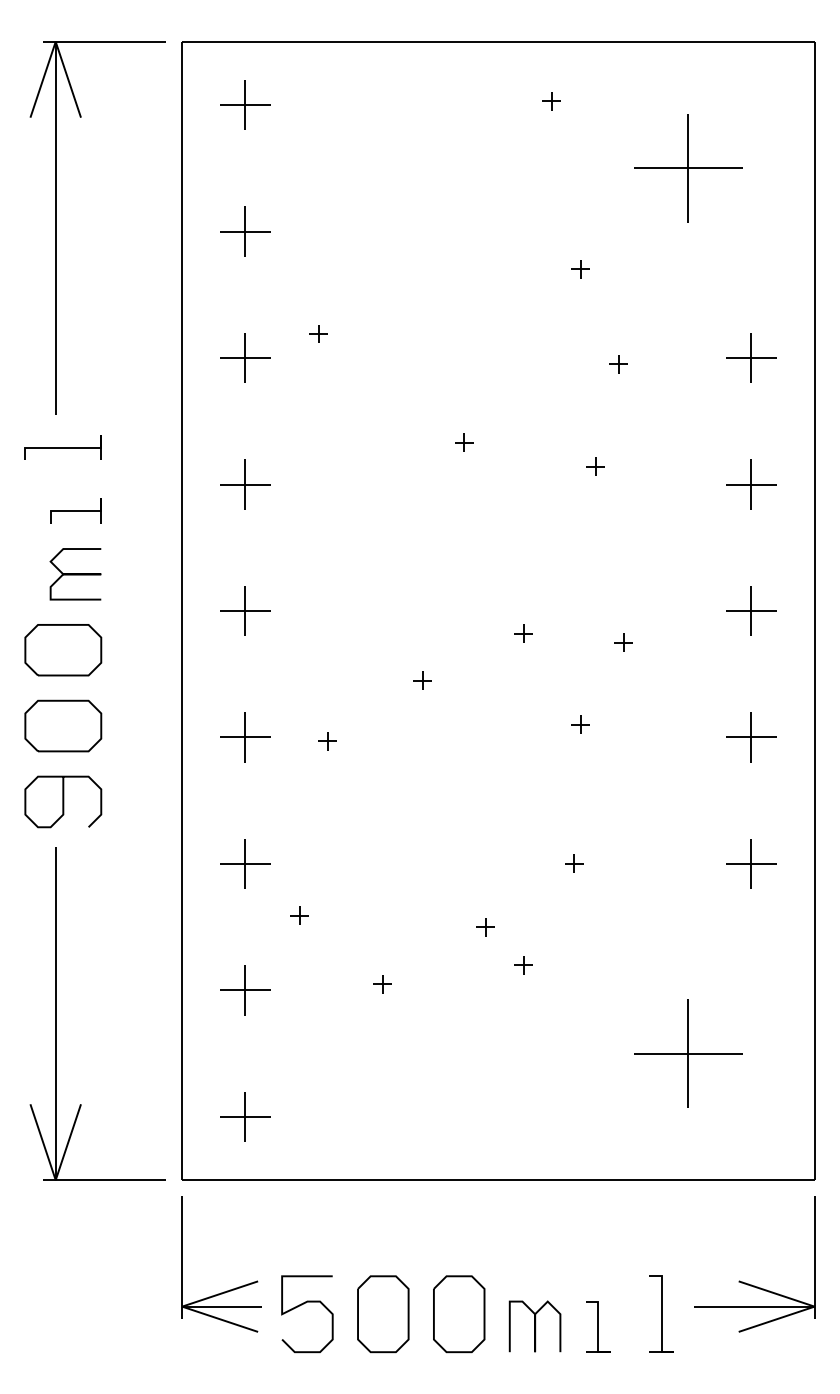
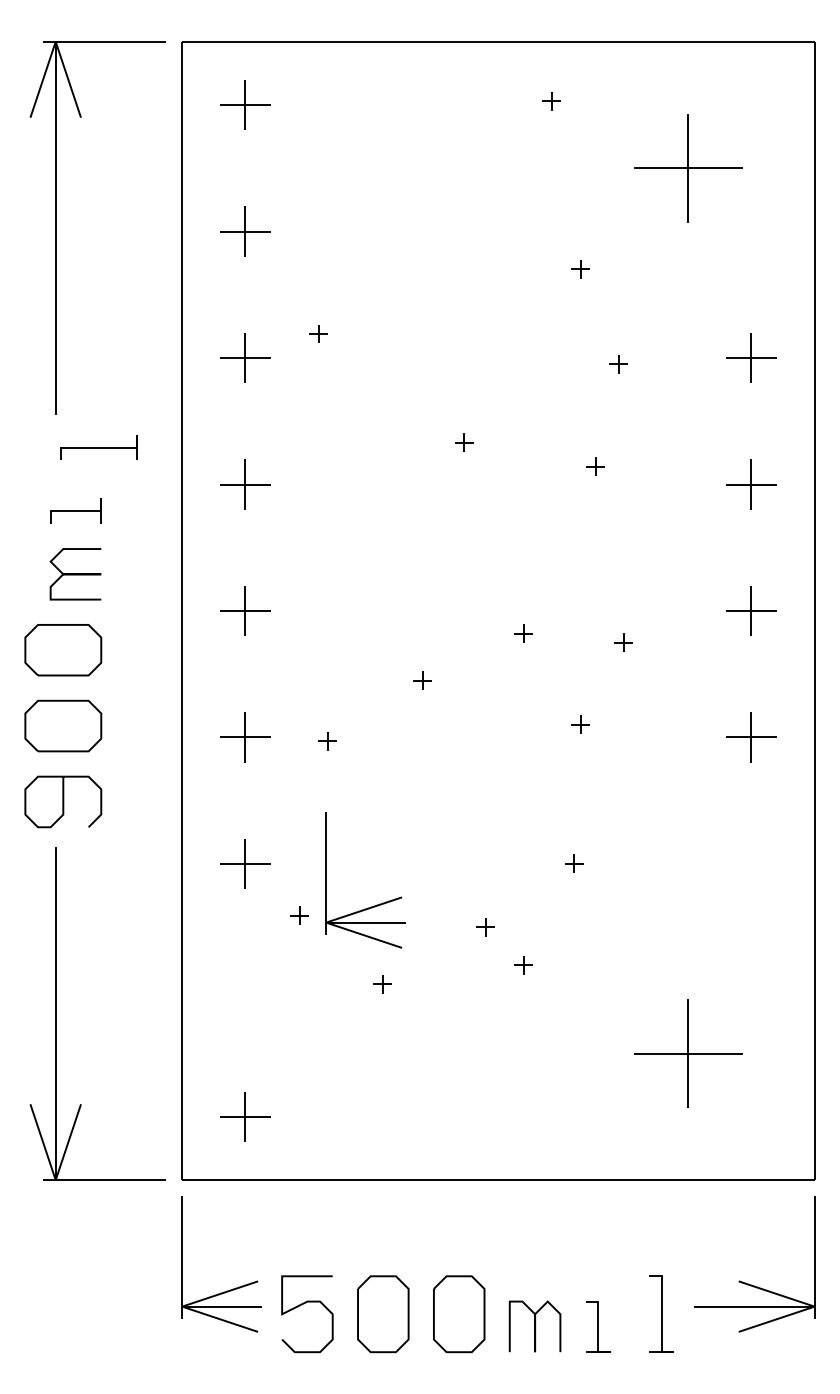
line at (62, 447) position: (62, 447) -> (98, 447)
part at (751, 863): present -> none
part at (373, 905): none -> present
part at (245, 990): present -> none
